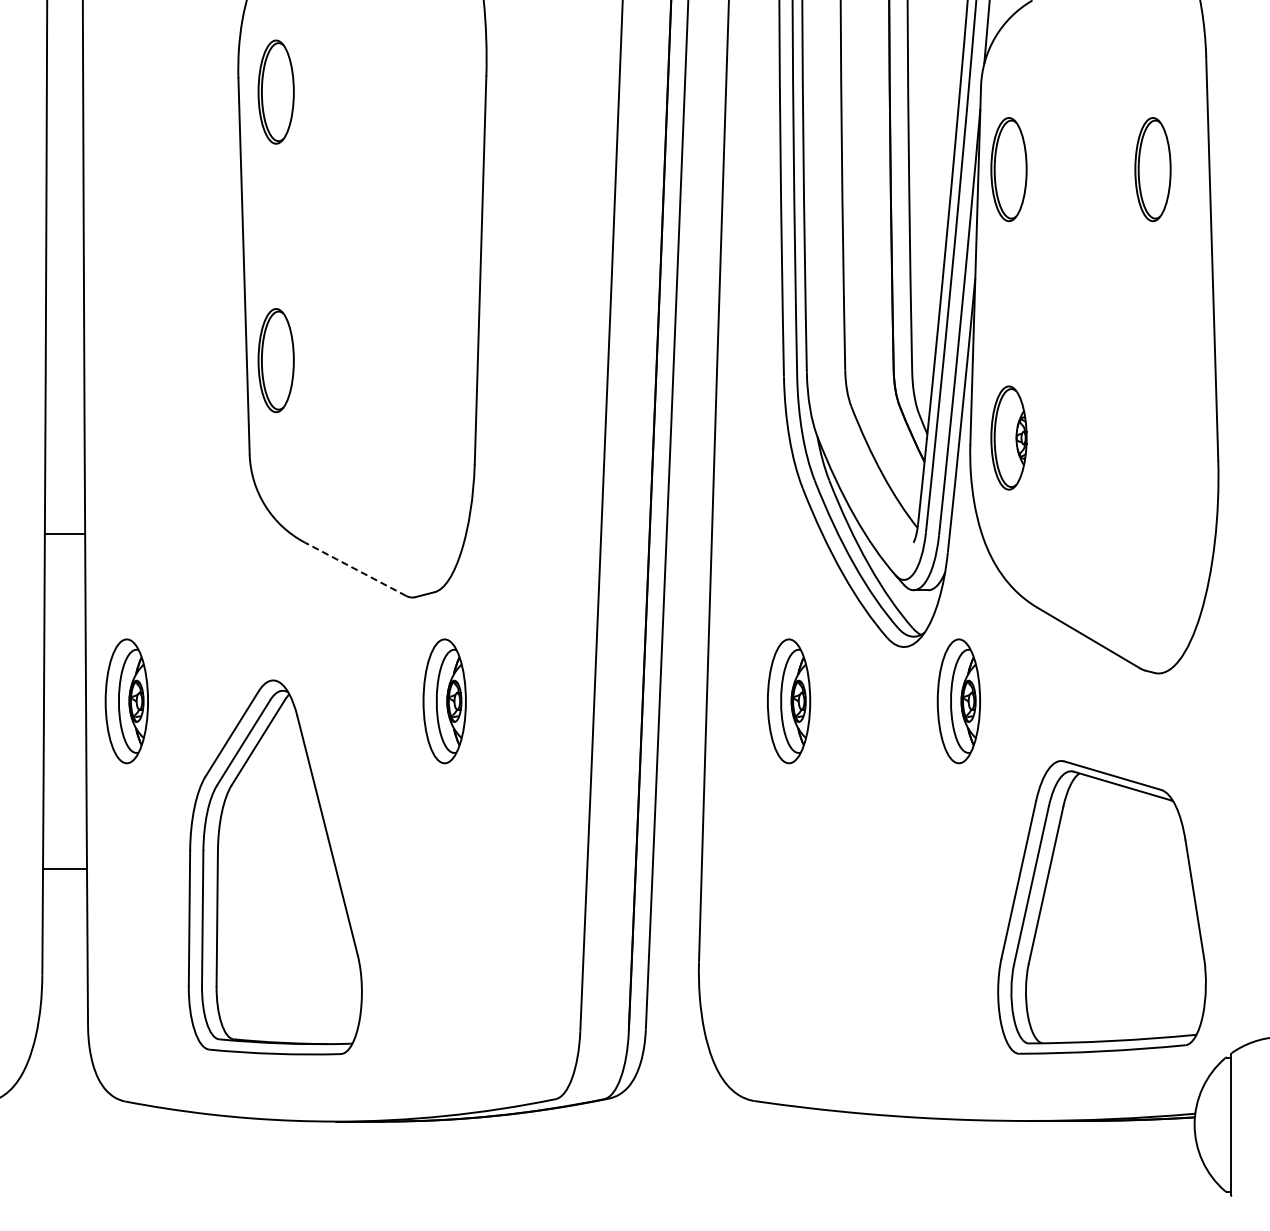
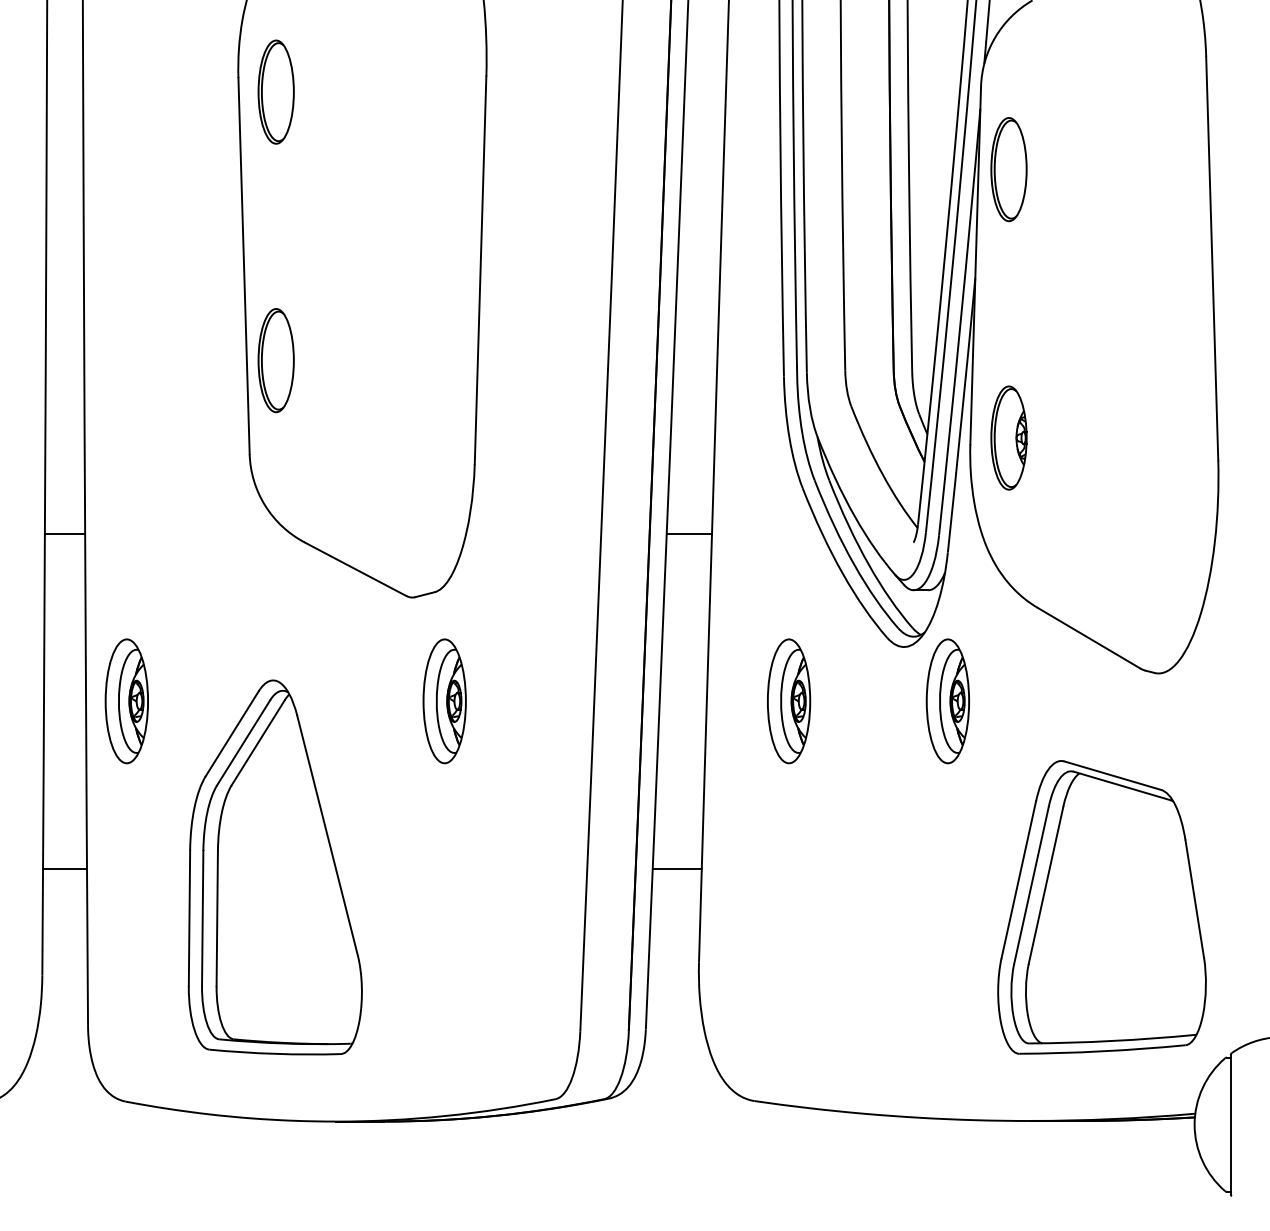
part at (1152, 169): present -> none
line at (688, 533): none -> present
line at (355, 568): dashed -> solid
part at (958, 701) position: (958, 701) -> (947, 701)
line at (676, 869): none -> present
